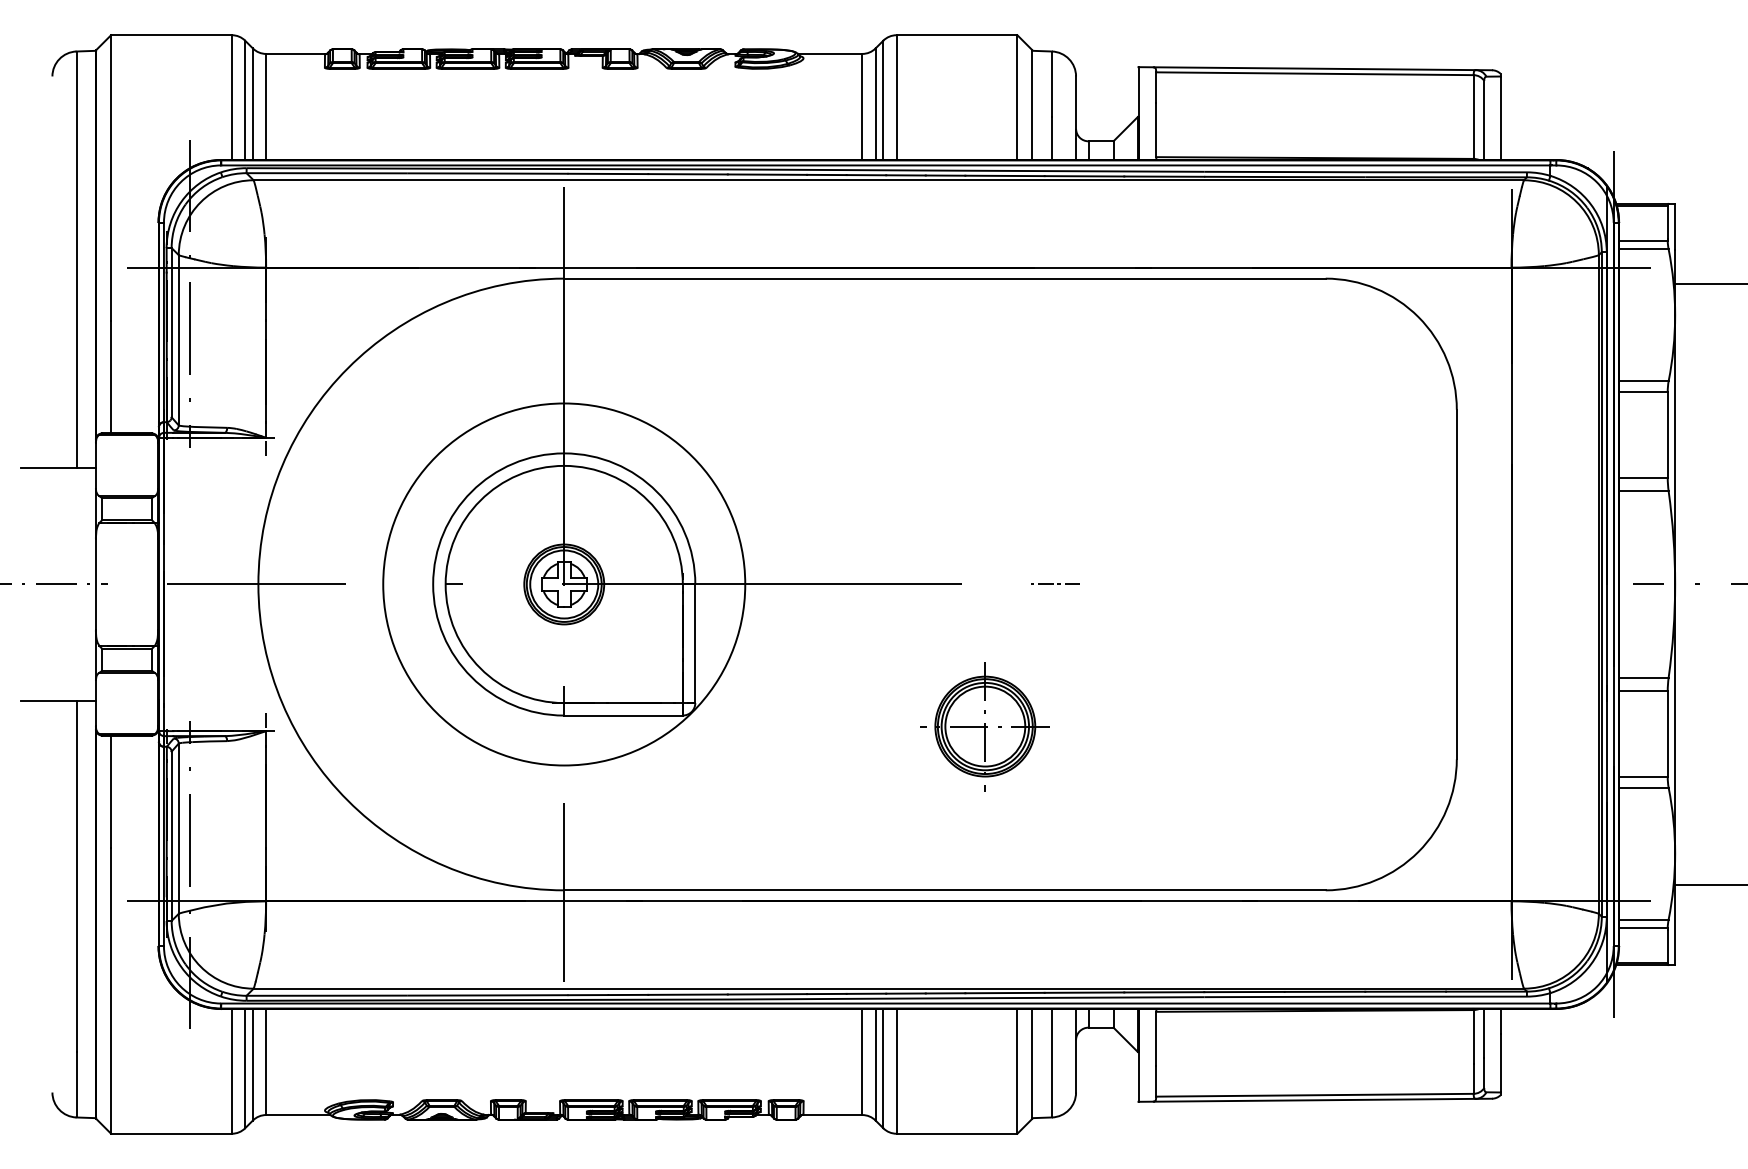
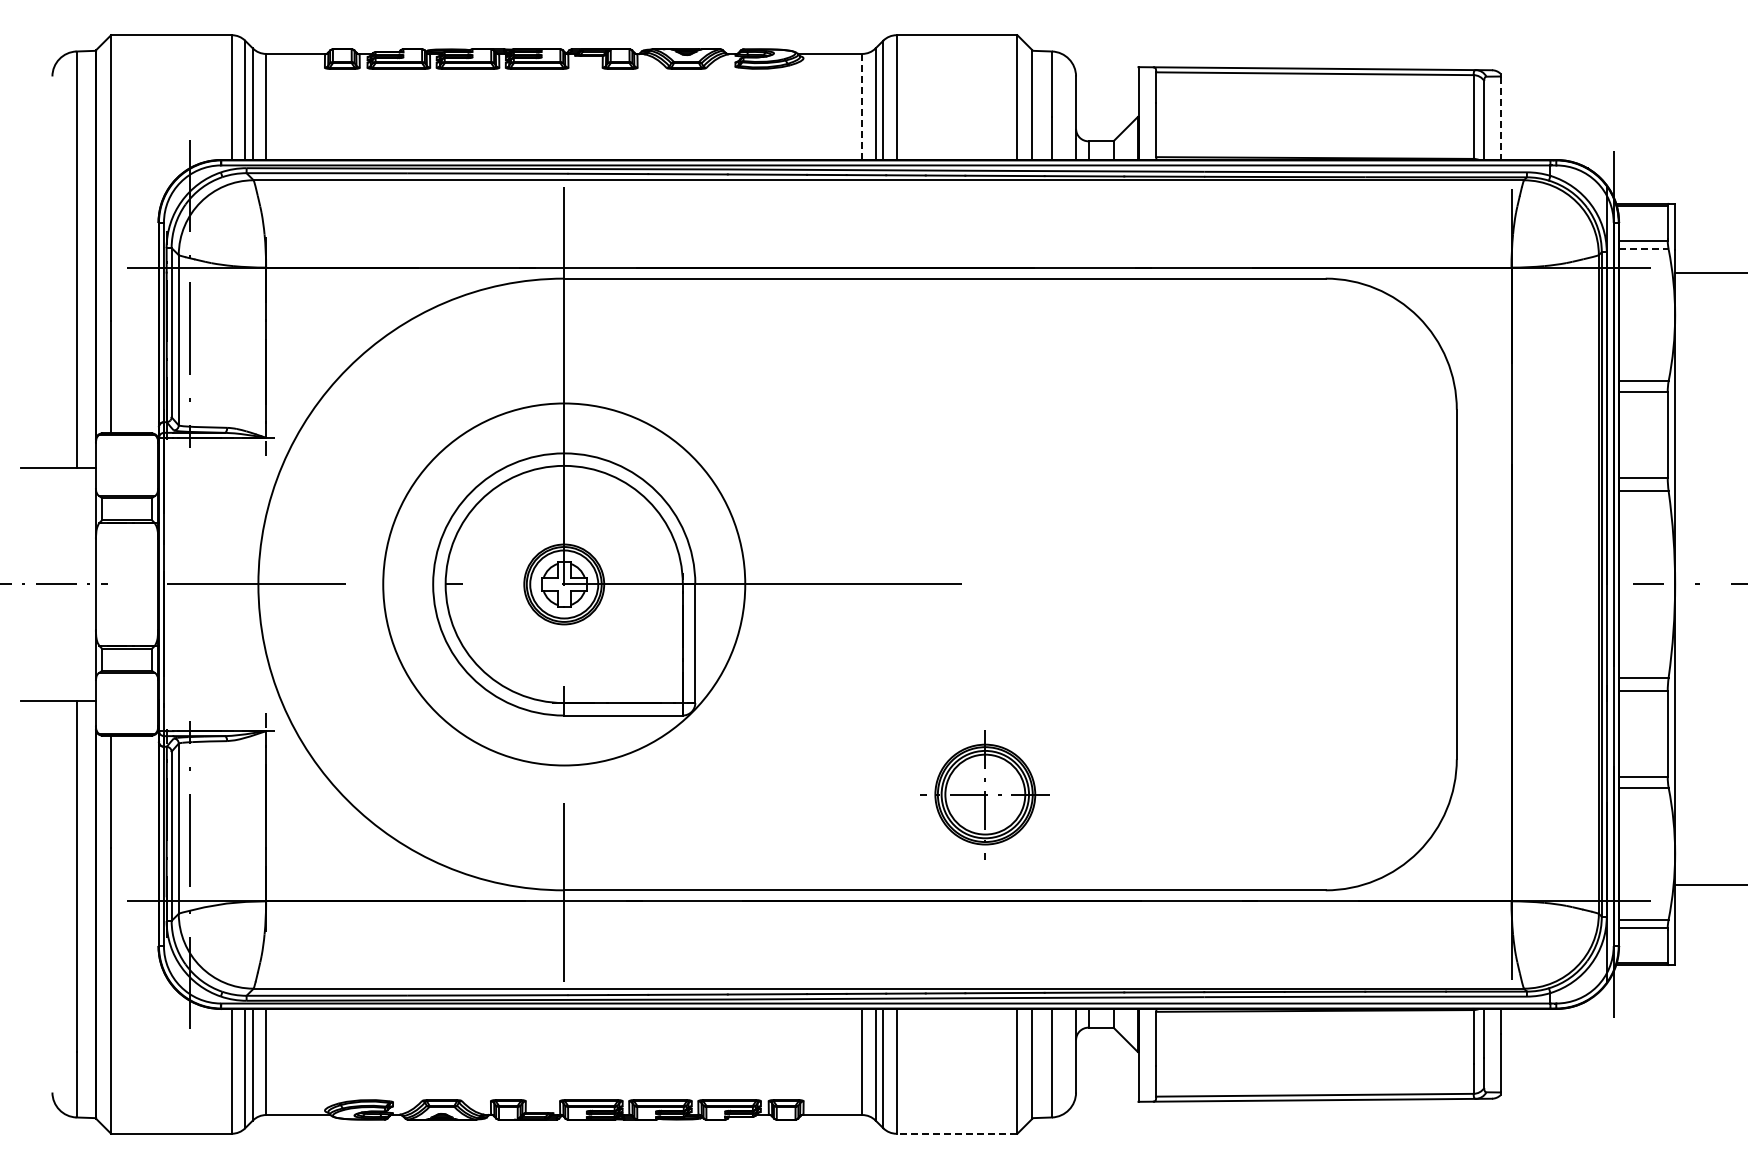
line at (862, 107): solid -> dashed
line at (1500, 118): solid -> dashed
line at (1643, 249): solid -> dashed
line at (1709, 283) position: (1709, 283) -> (1709, 272)
line at (1053, 583): present -> none
part at (984, 726) position: (984, 726) -> (984, 794)
line at (956, 1133): solid -> dashed
